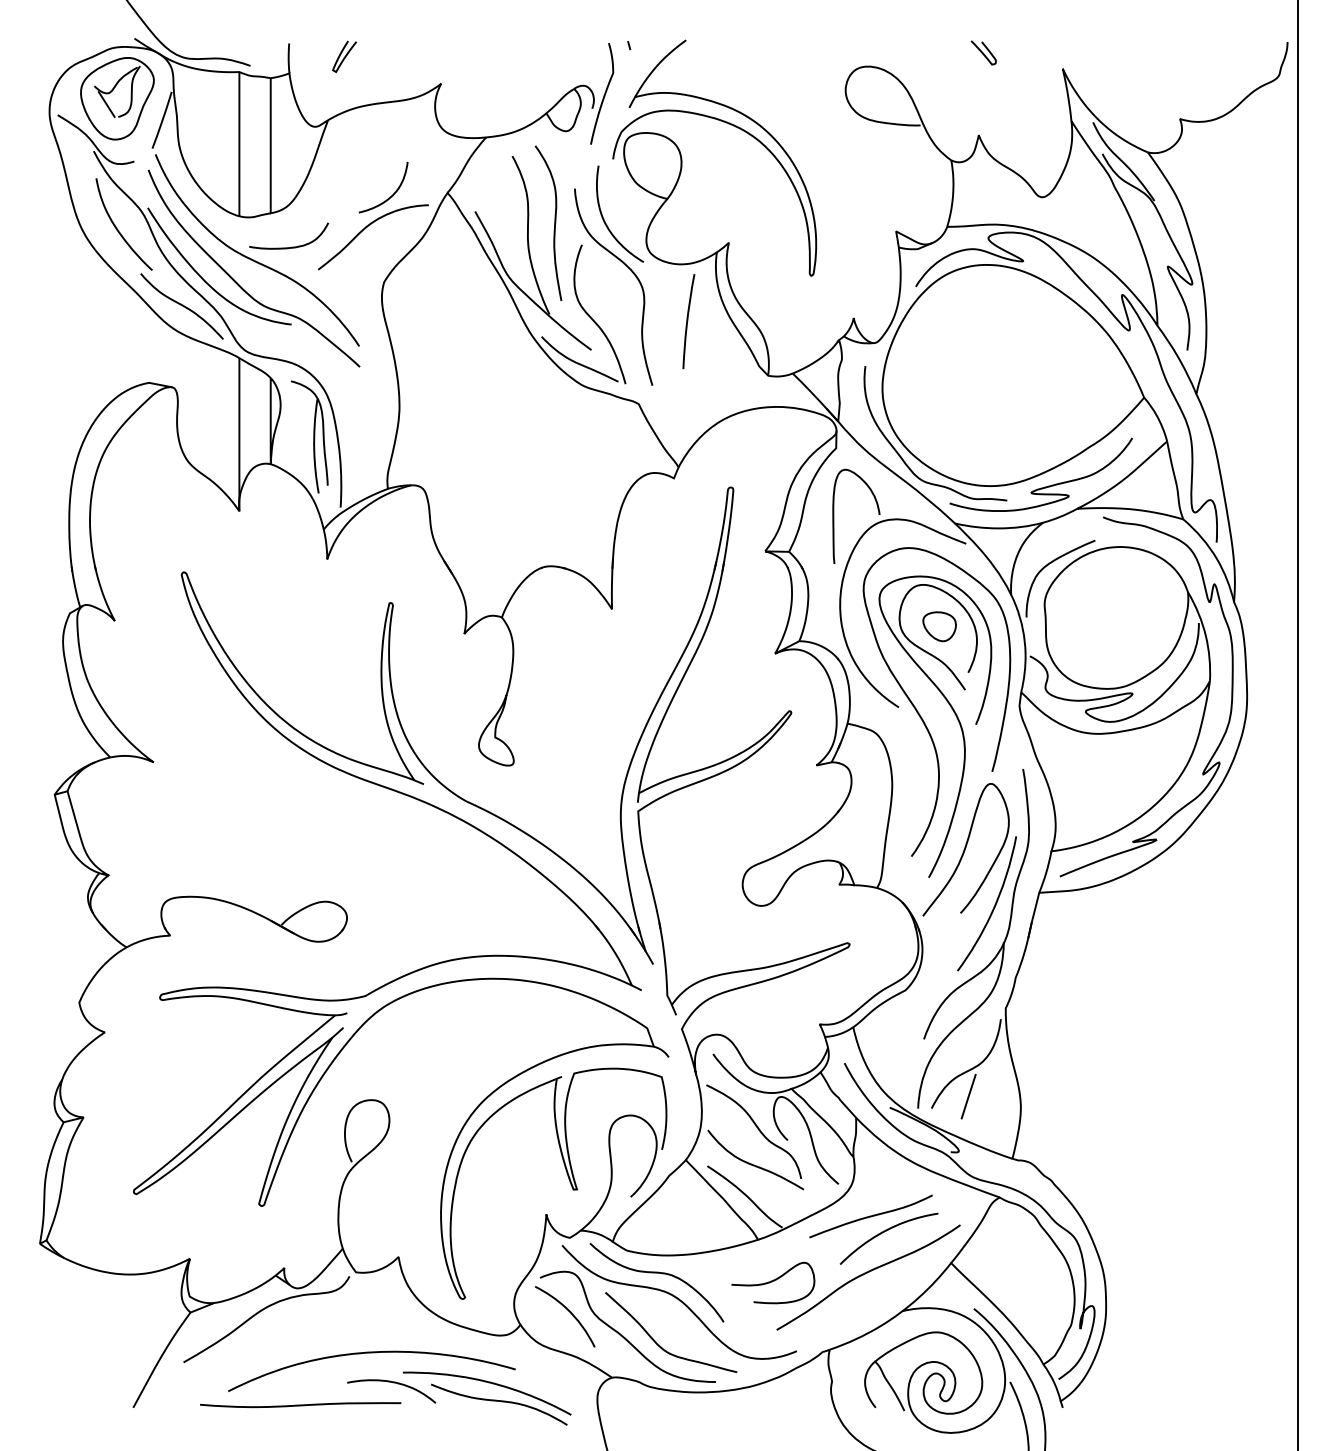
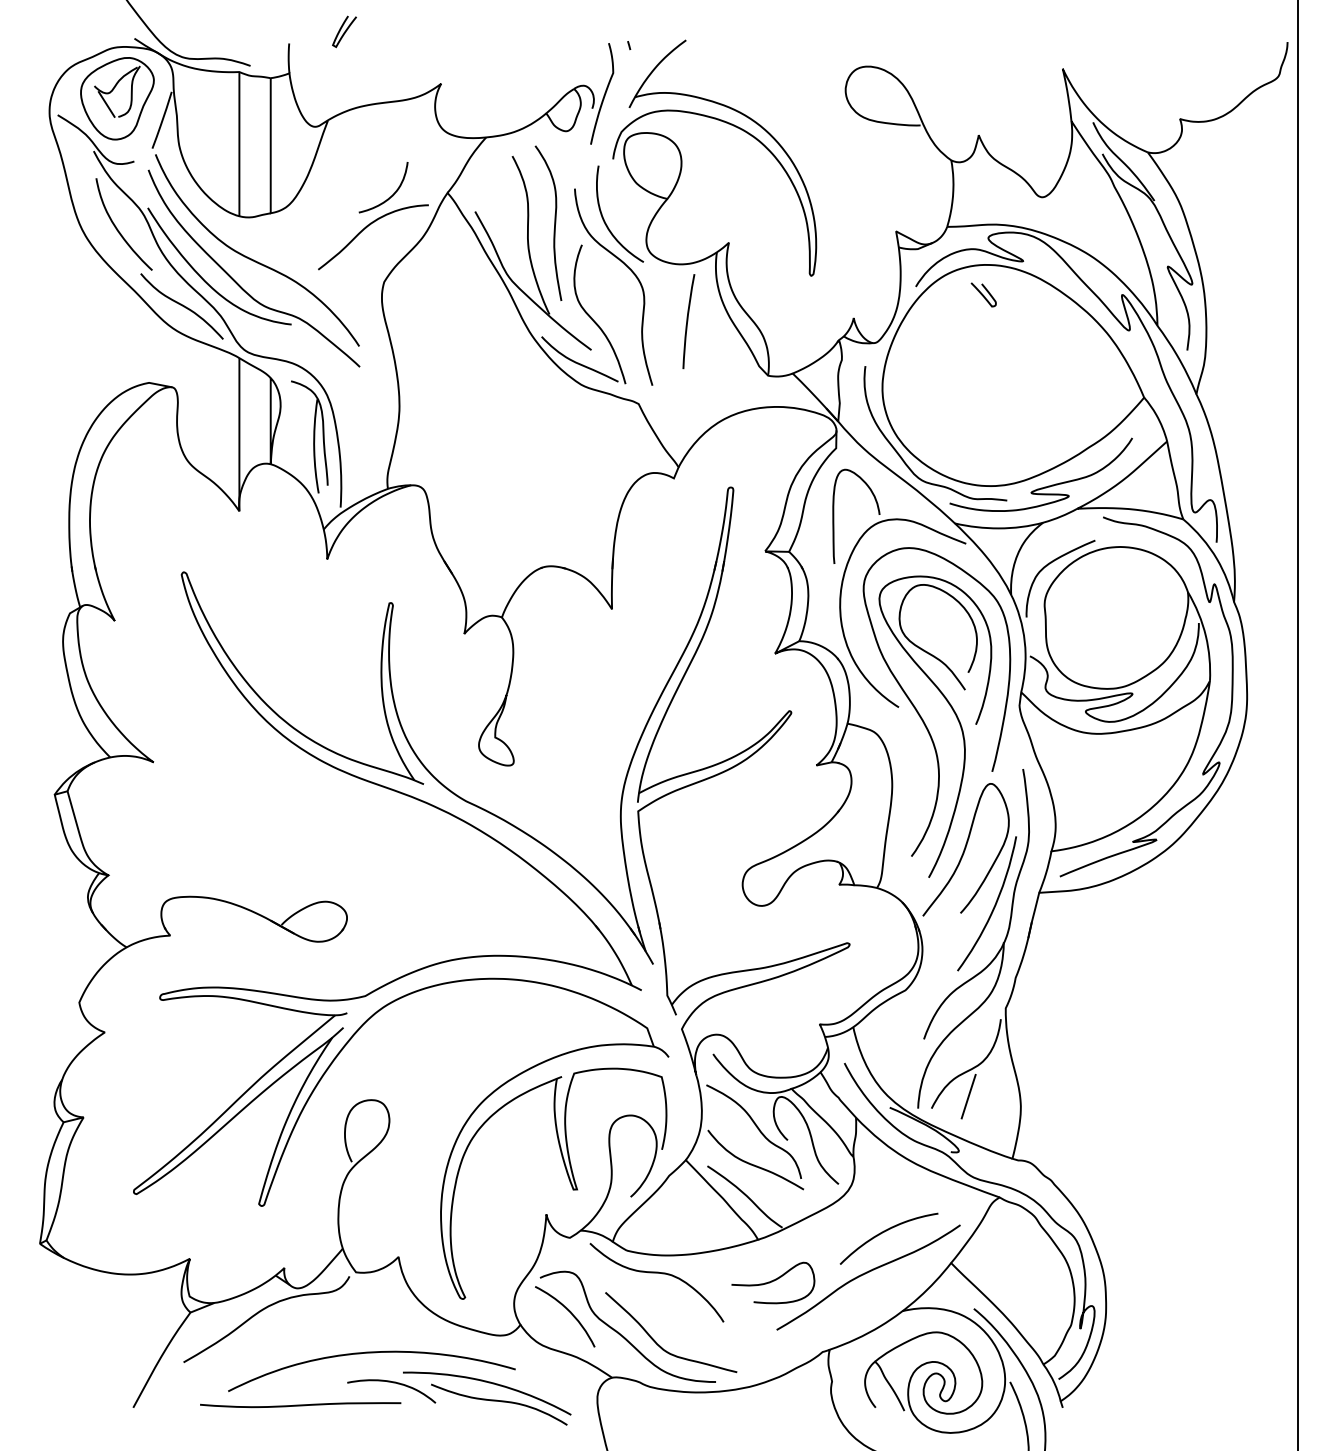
curve at (983, 52) position: (983, 52) -> (983, 294)
curve at (344, 56) position: (344, 56) -> (344, 31)
curve at (291, 246): present -> none
part at (939, 626): present -> none
curve at (870, 1216): present -> none
curve at (679, 1301): present -> none
